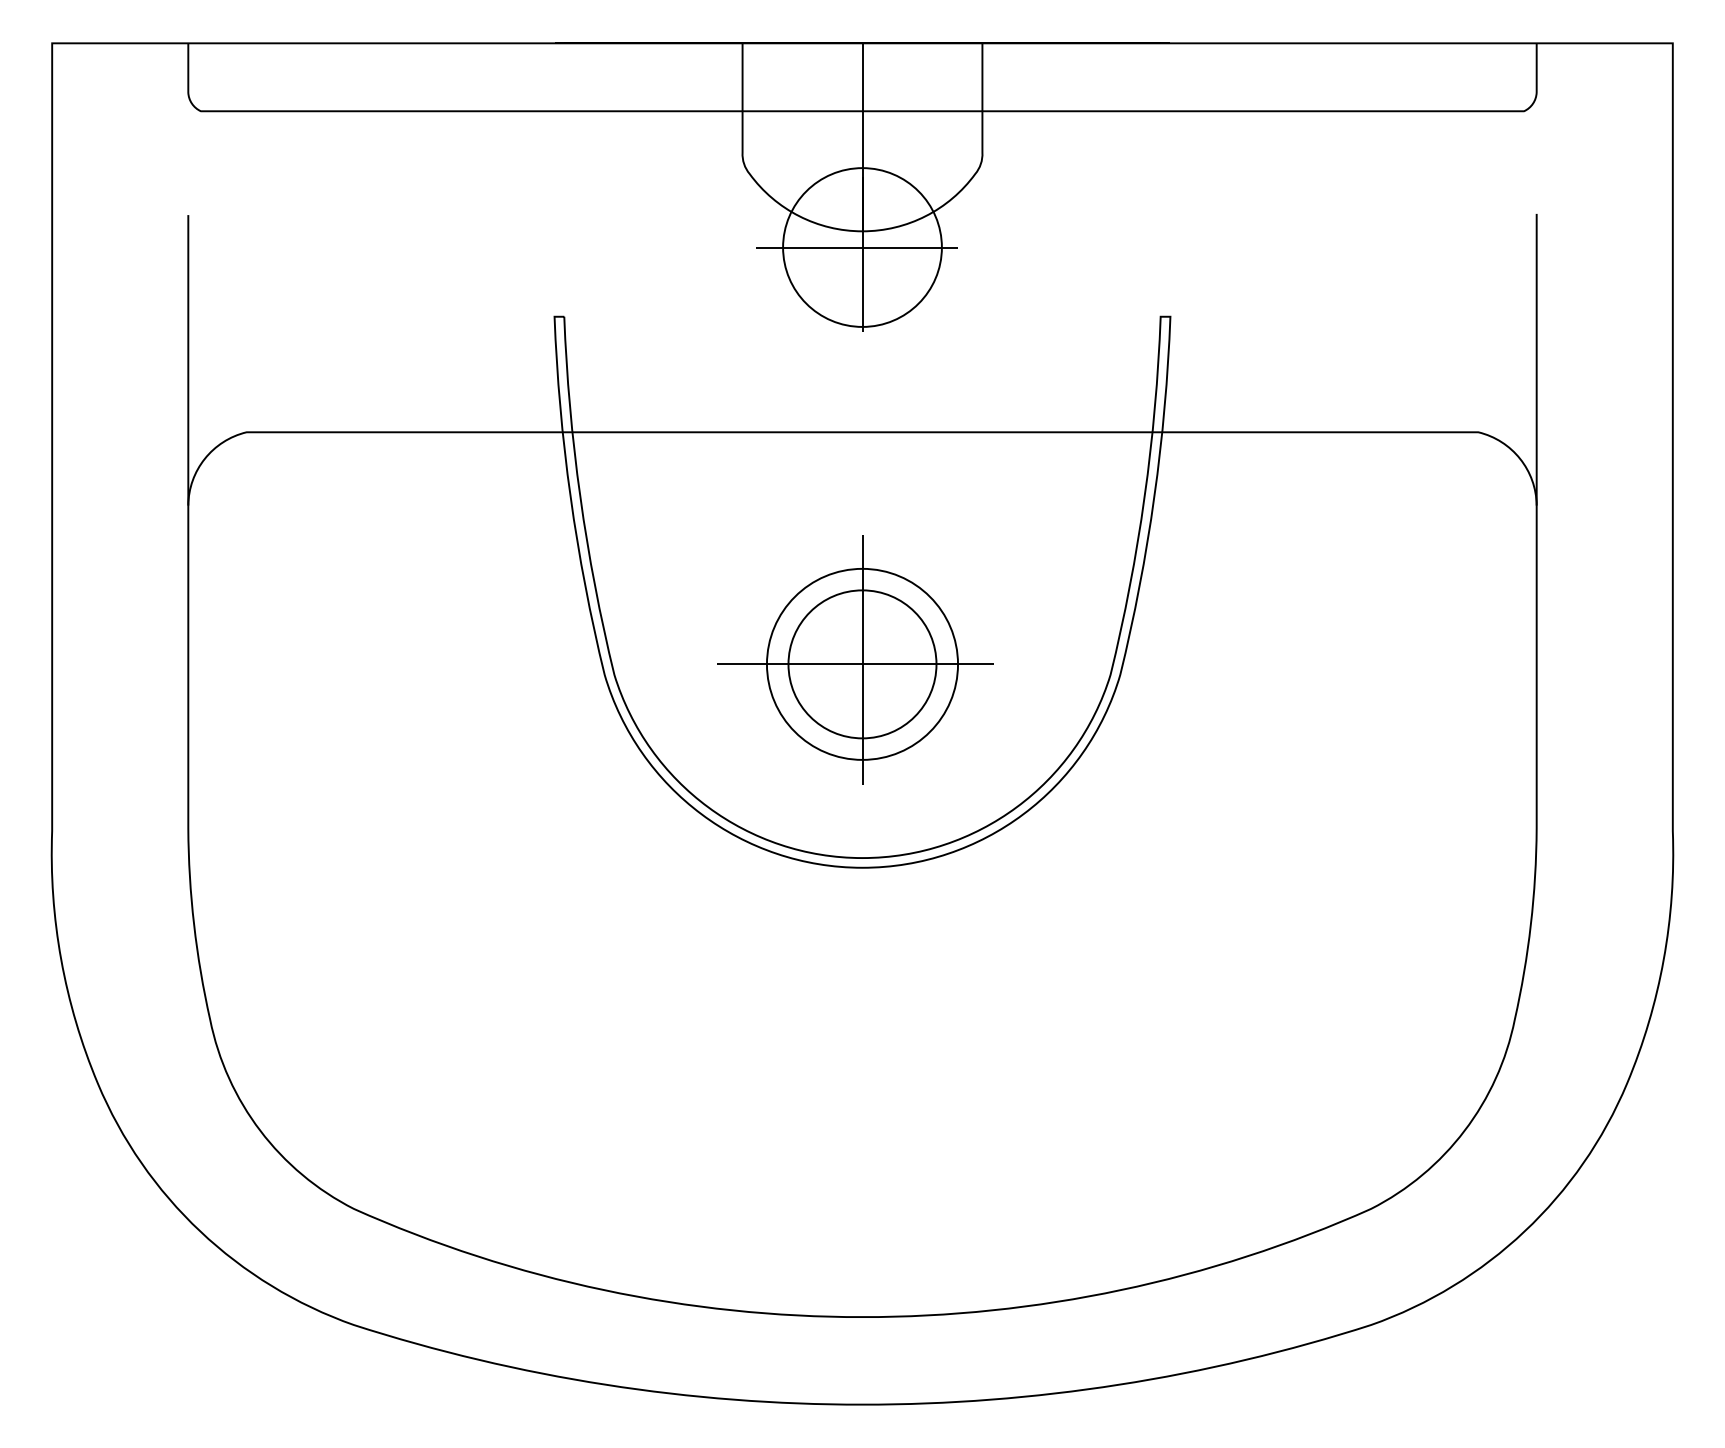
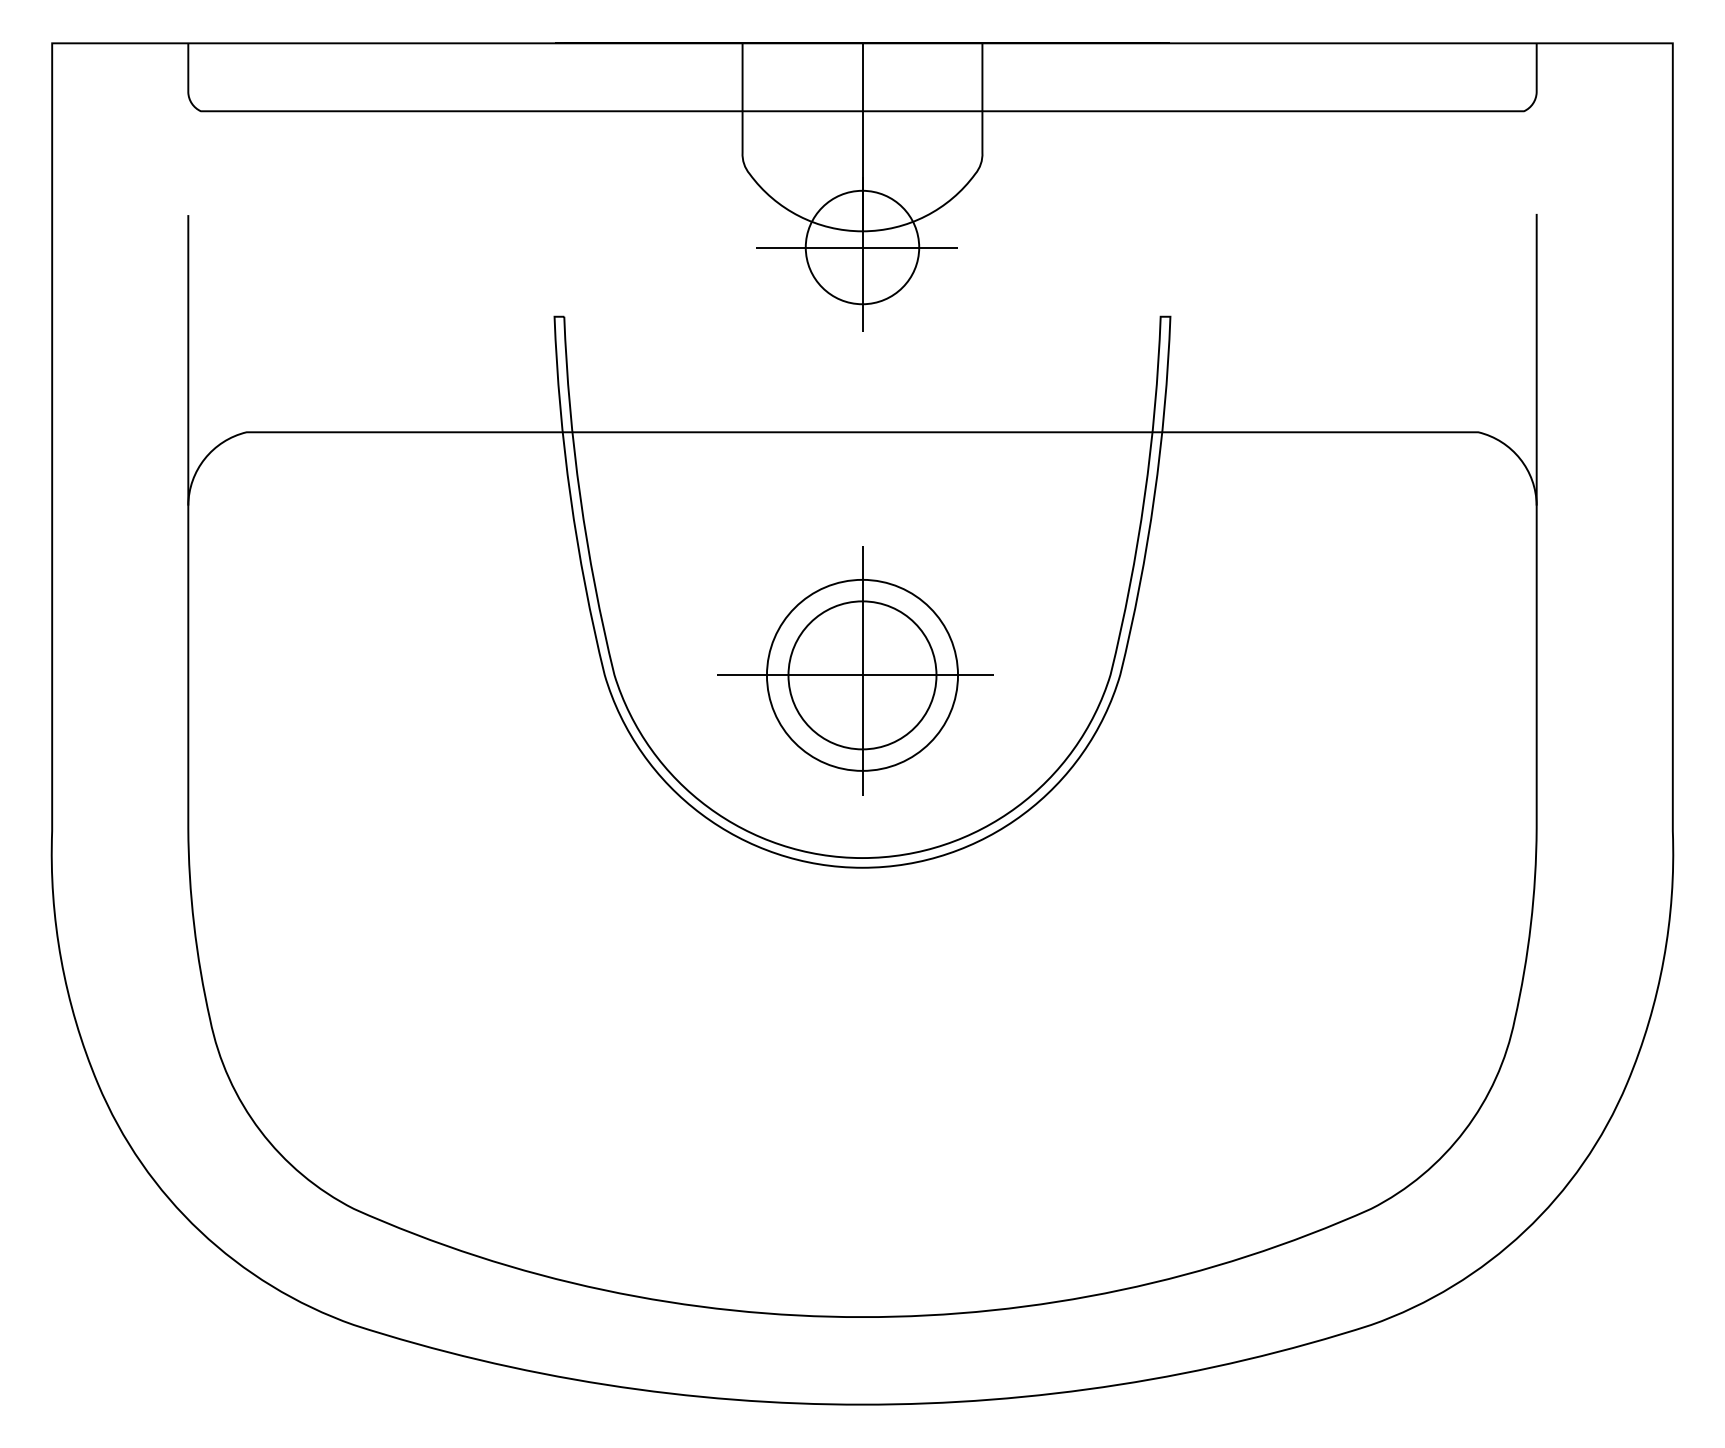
circle at (862, 247) diameter: 159 px -> 113 px
part at (855, 659) position: (855, 659) -> (855, 670)
